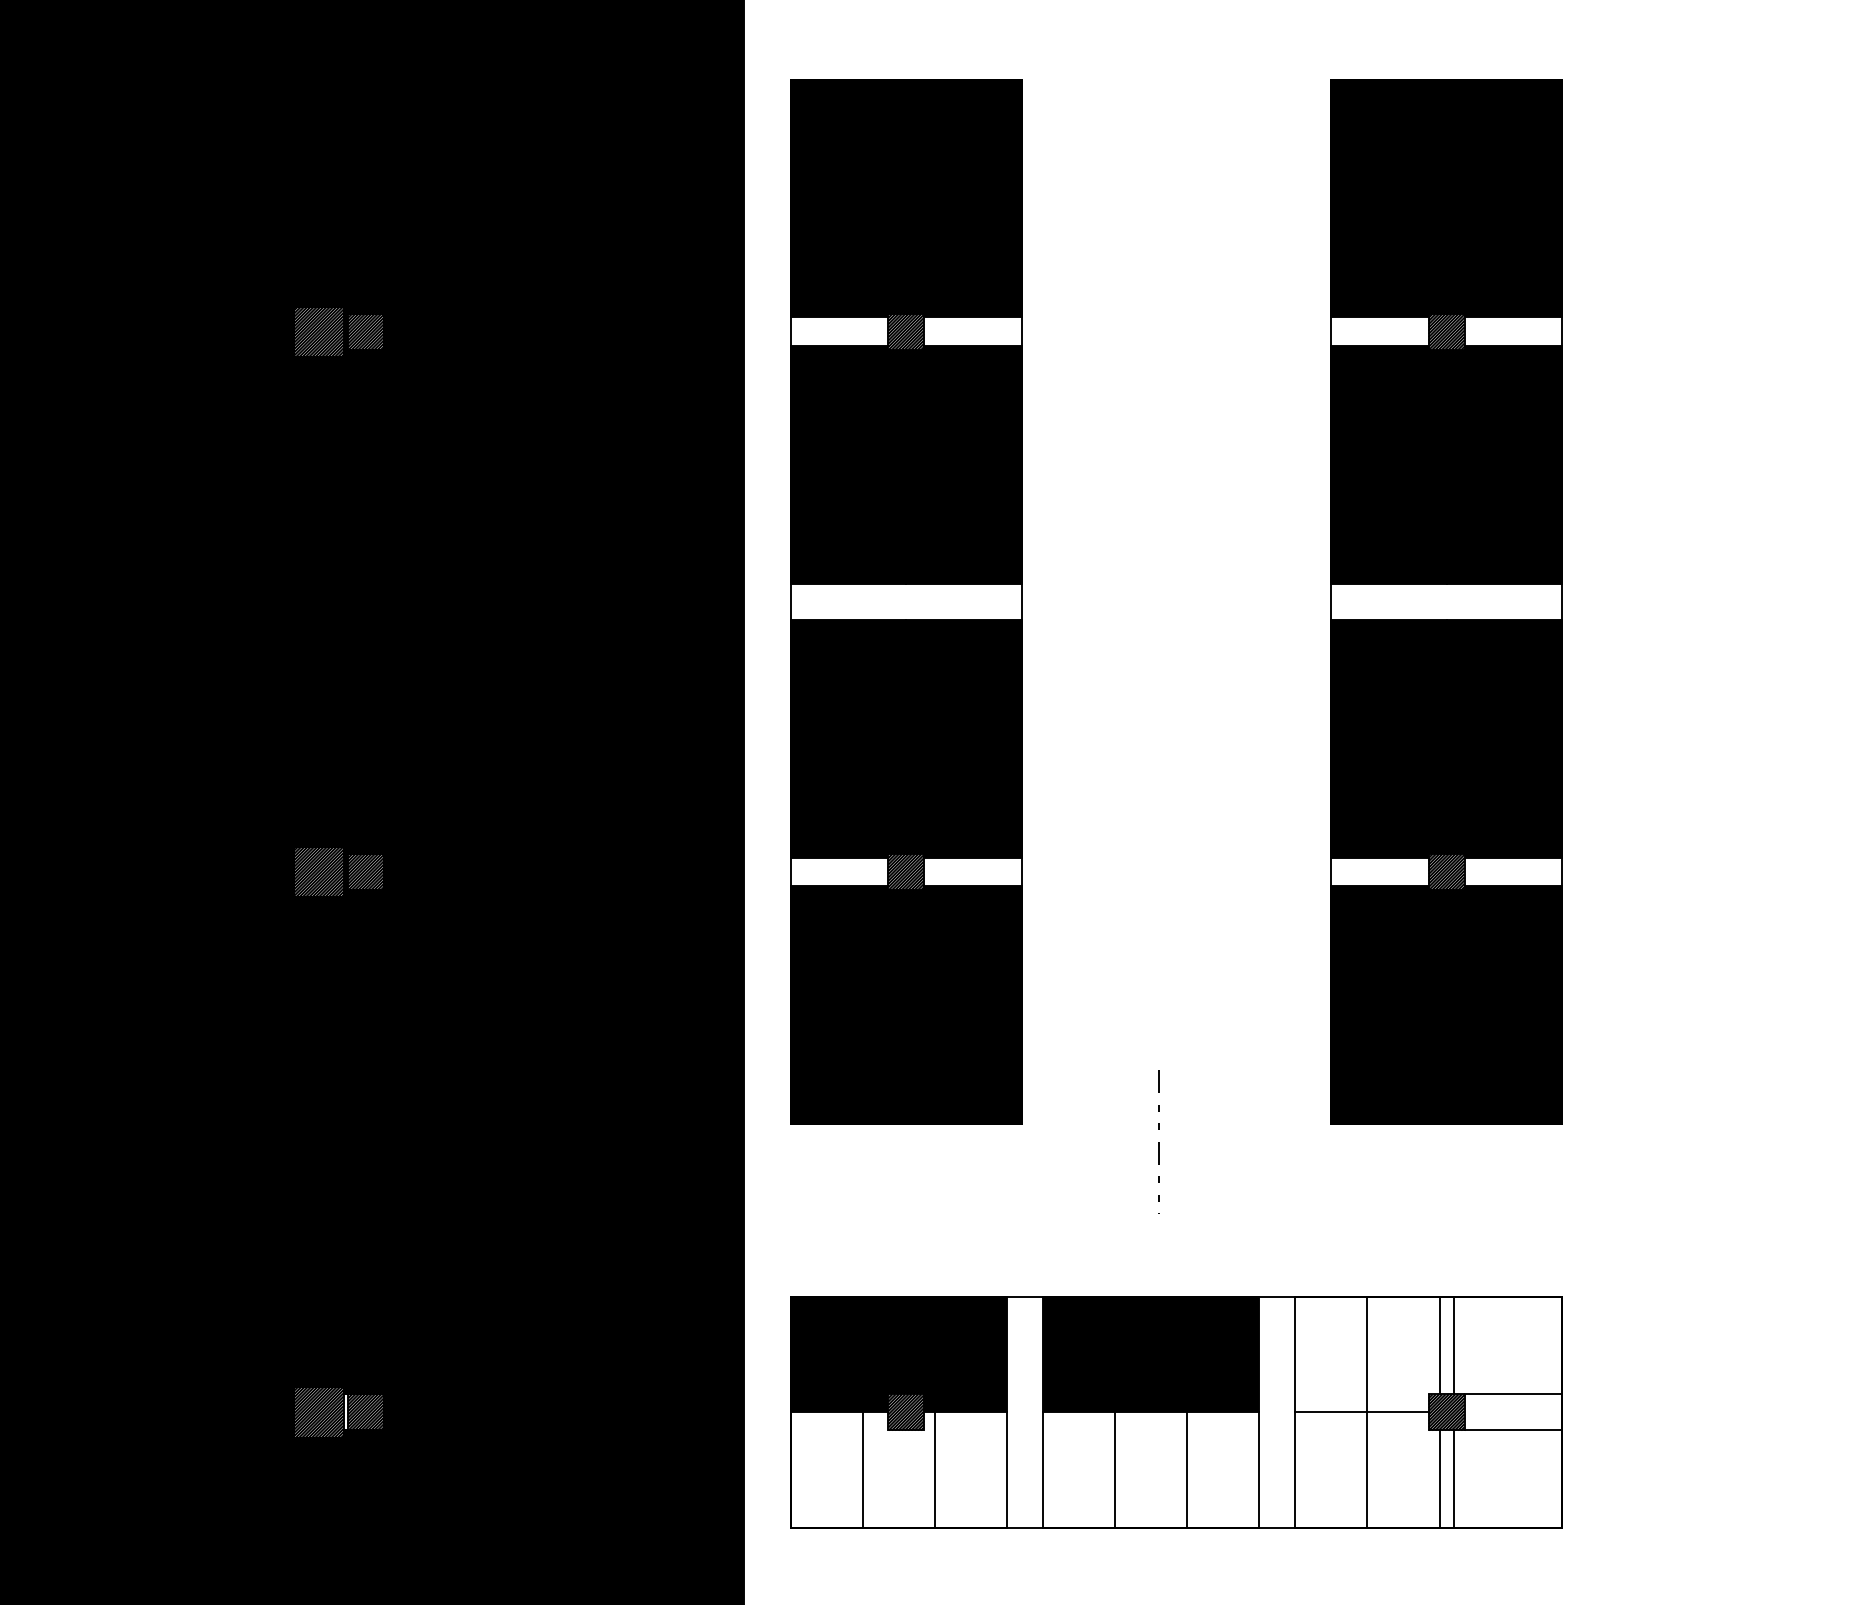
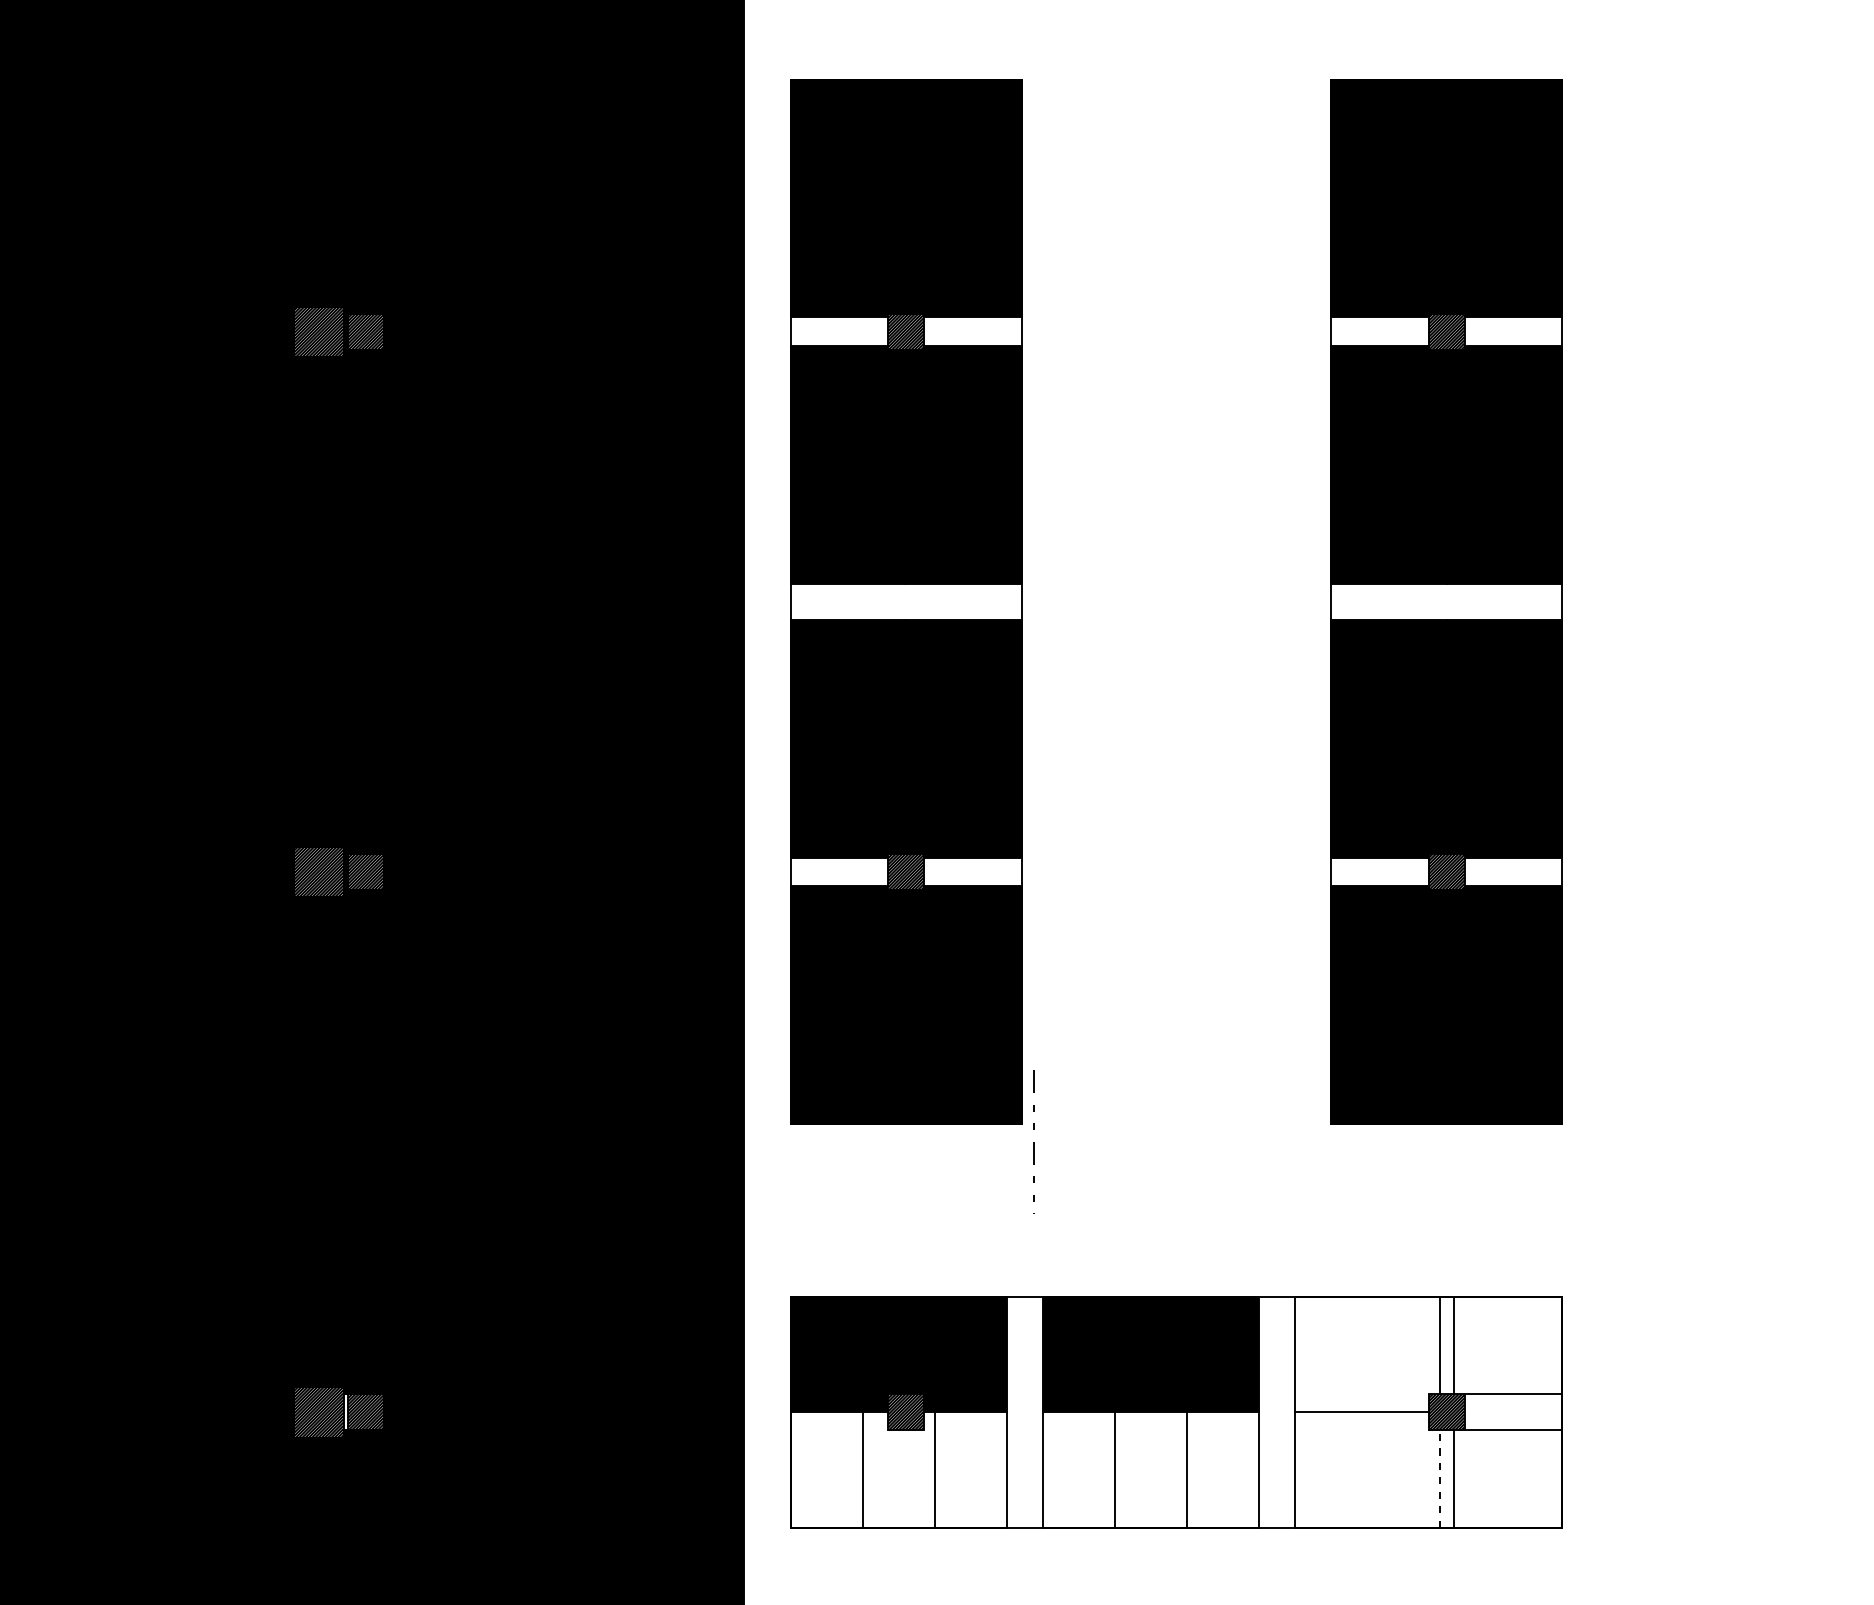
line at (1158, 1142) position: (1158, 1142) -> (1033, 1142)
line at (1367, 1412): present -> none
line at (1439, 1479): solid -> dashed
